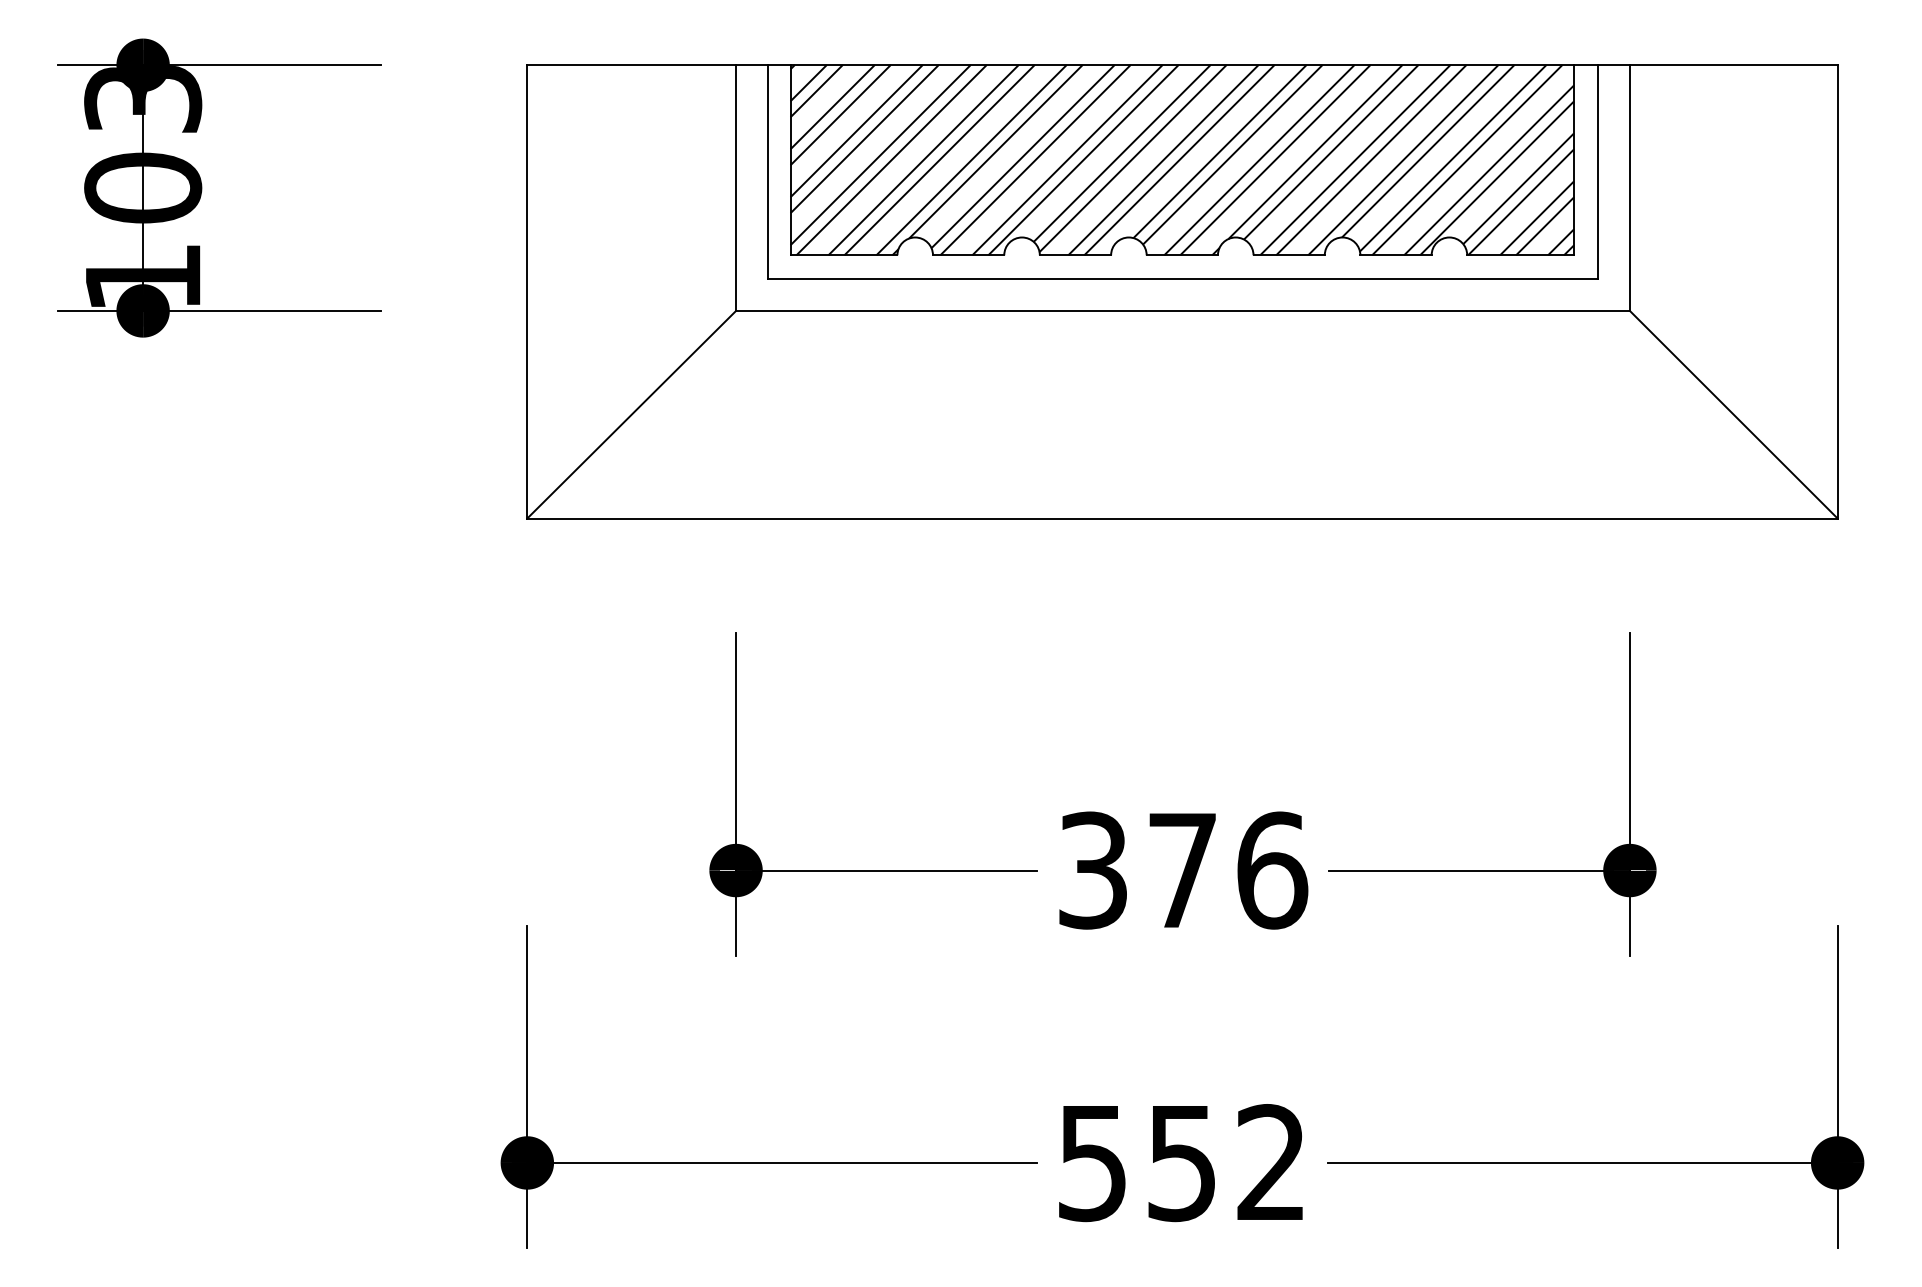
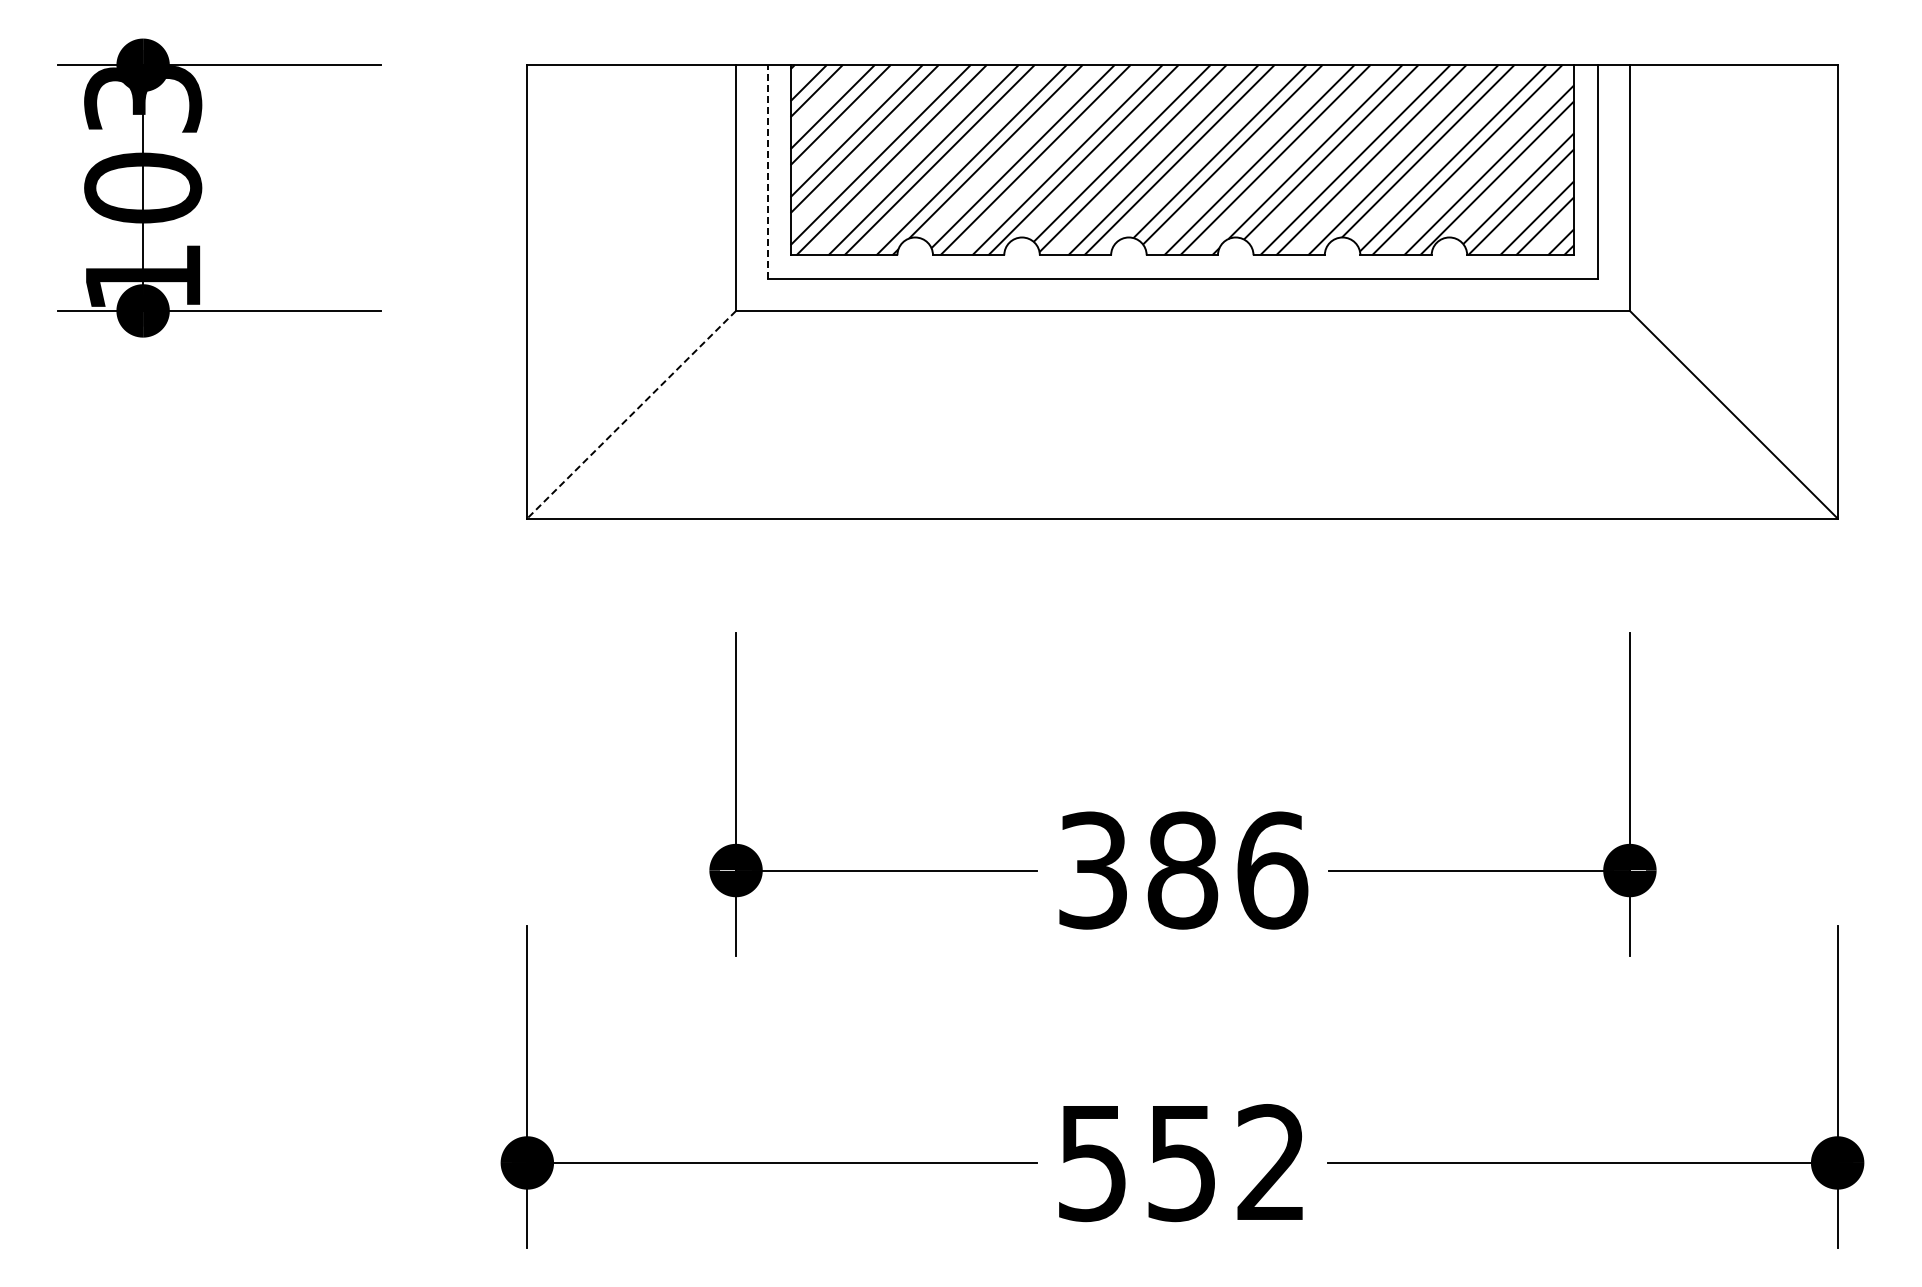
line at (768, 172): solid -> dashed
line at (631, 415): solid -> dashed
text at (1182, 870): 376 -> 386
